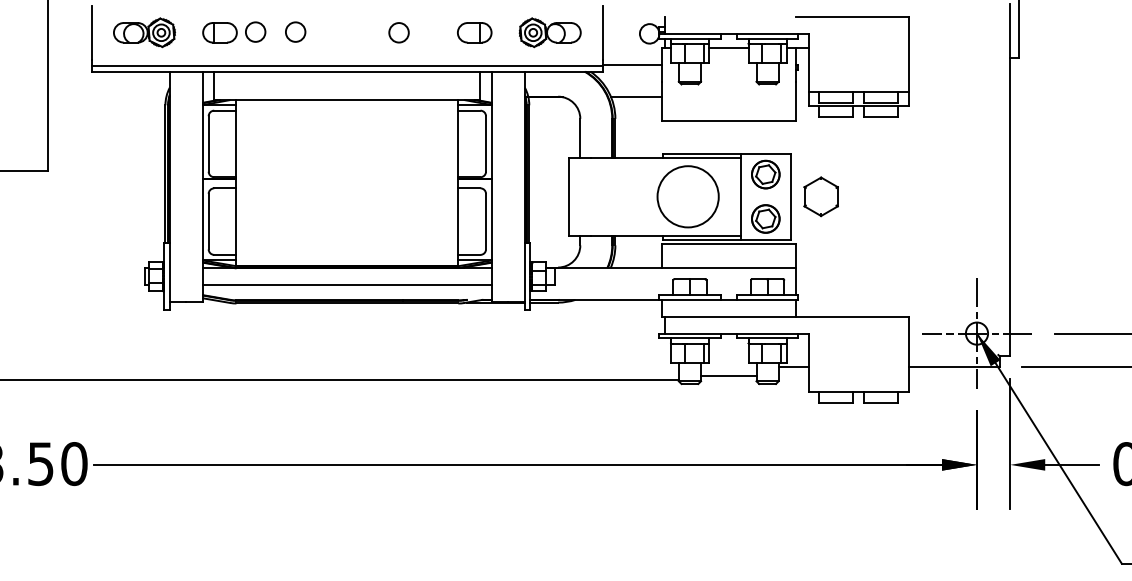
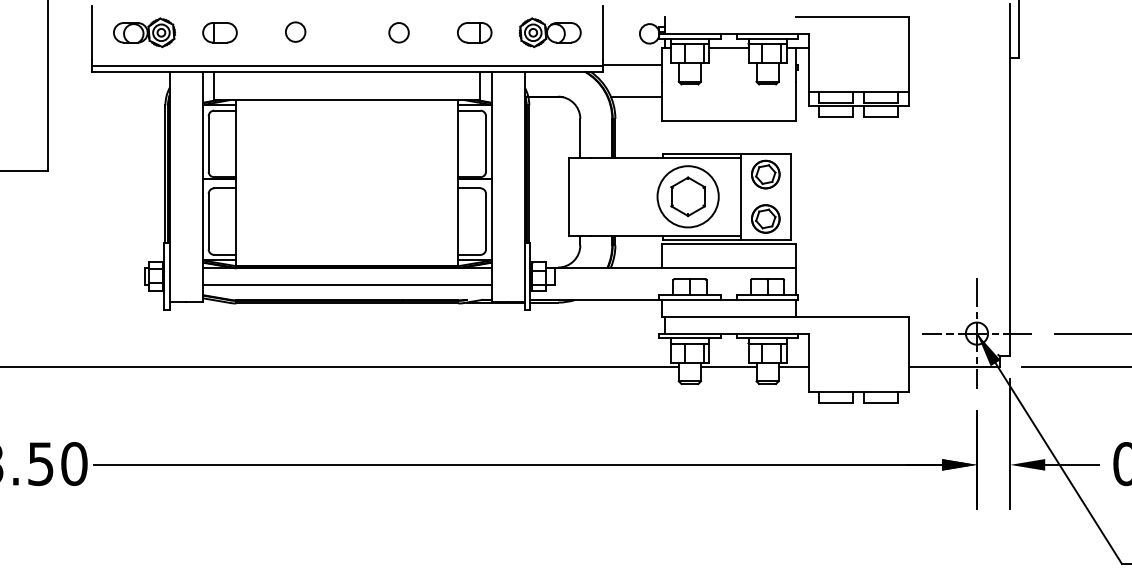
circle at (255, 31): present -> none
part at (820, 196) position: (820, 196) -> (687, 196)
line at (728, 375) position: (728, 375) -> (728, 366)
line at (340, 379) position: (340, 379) -> (340, 366)
